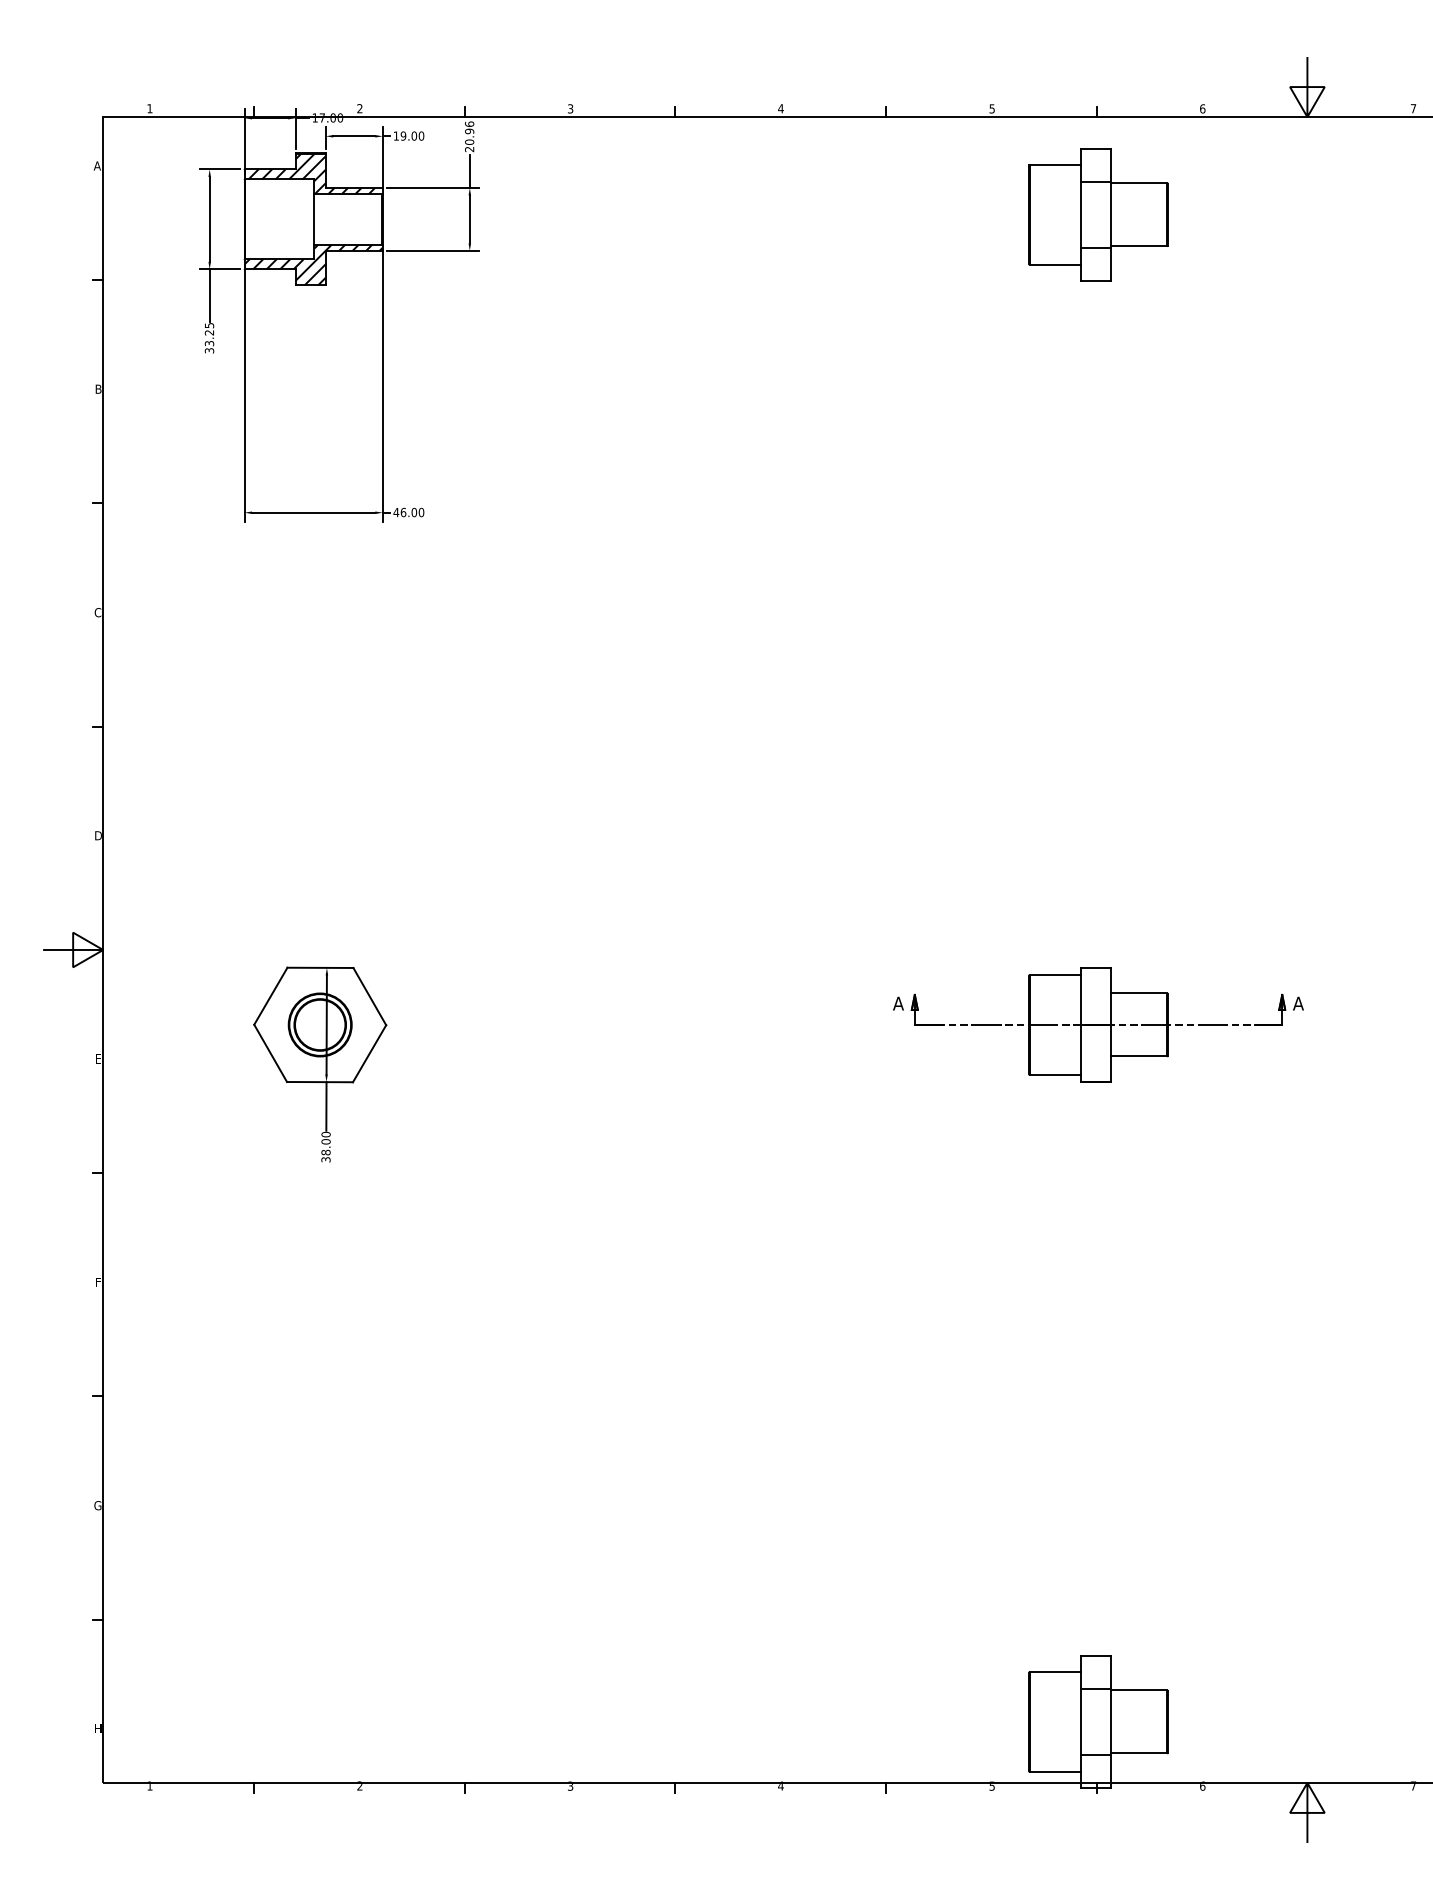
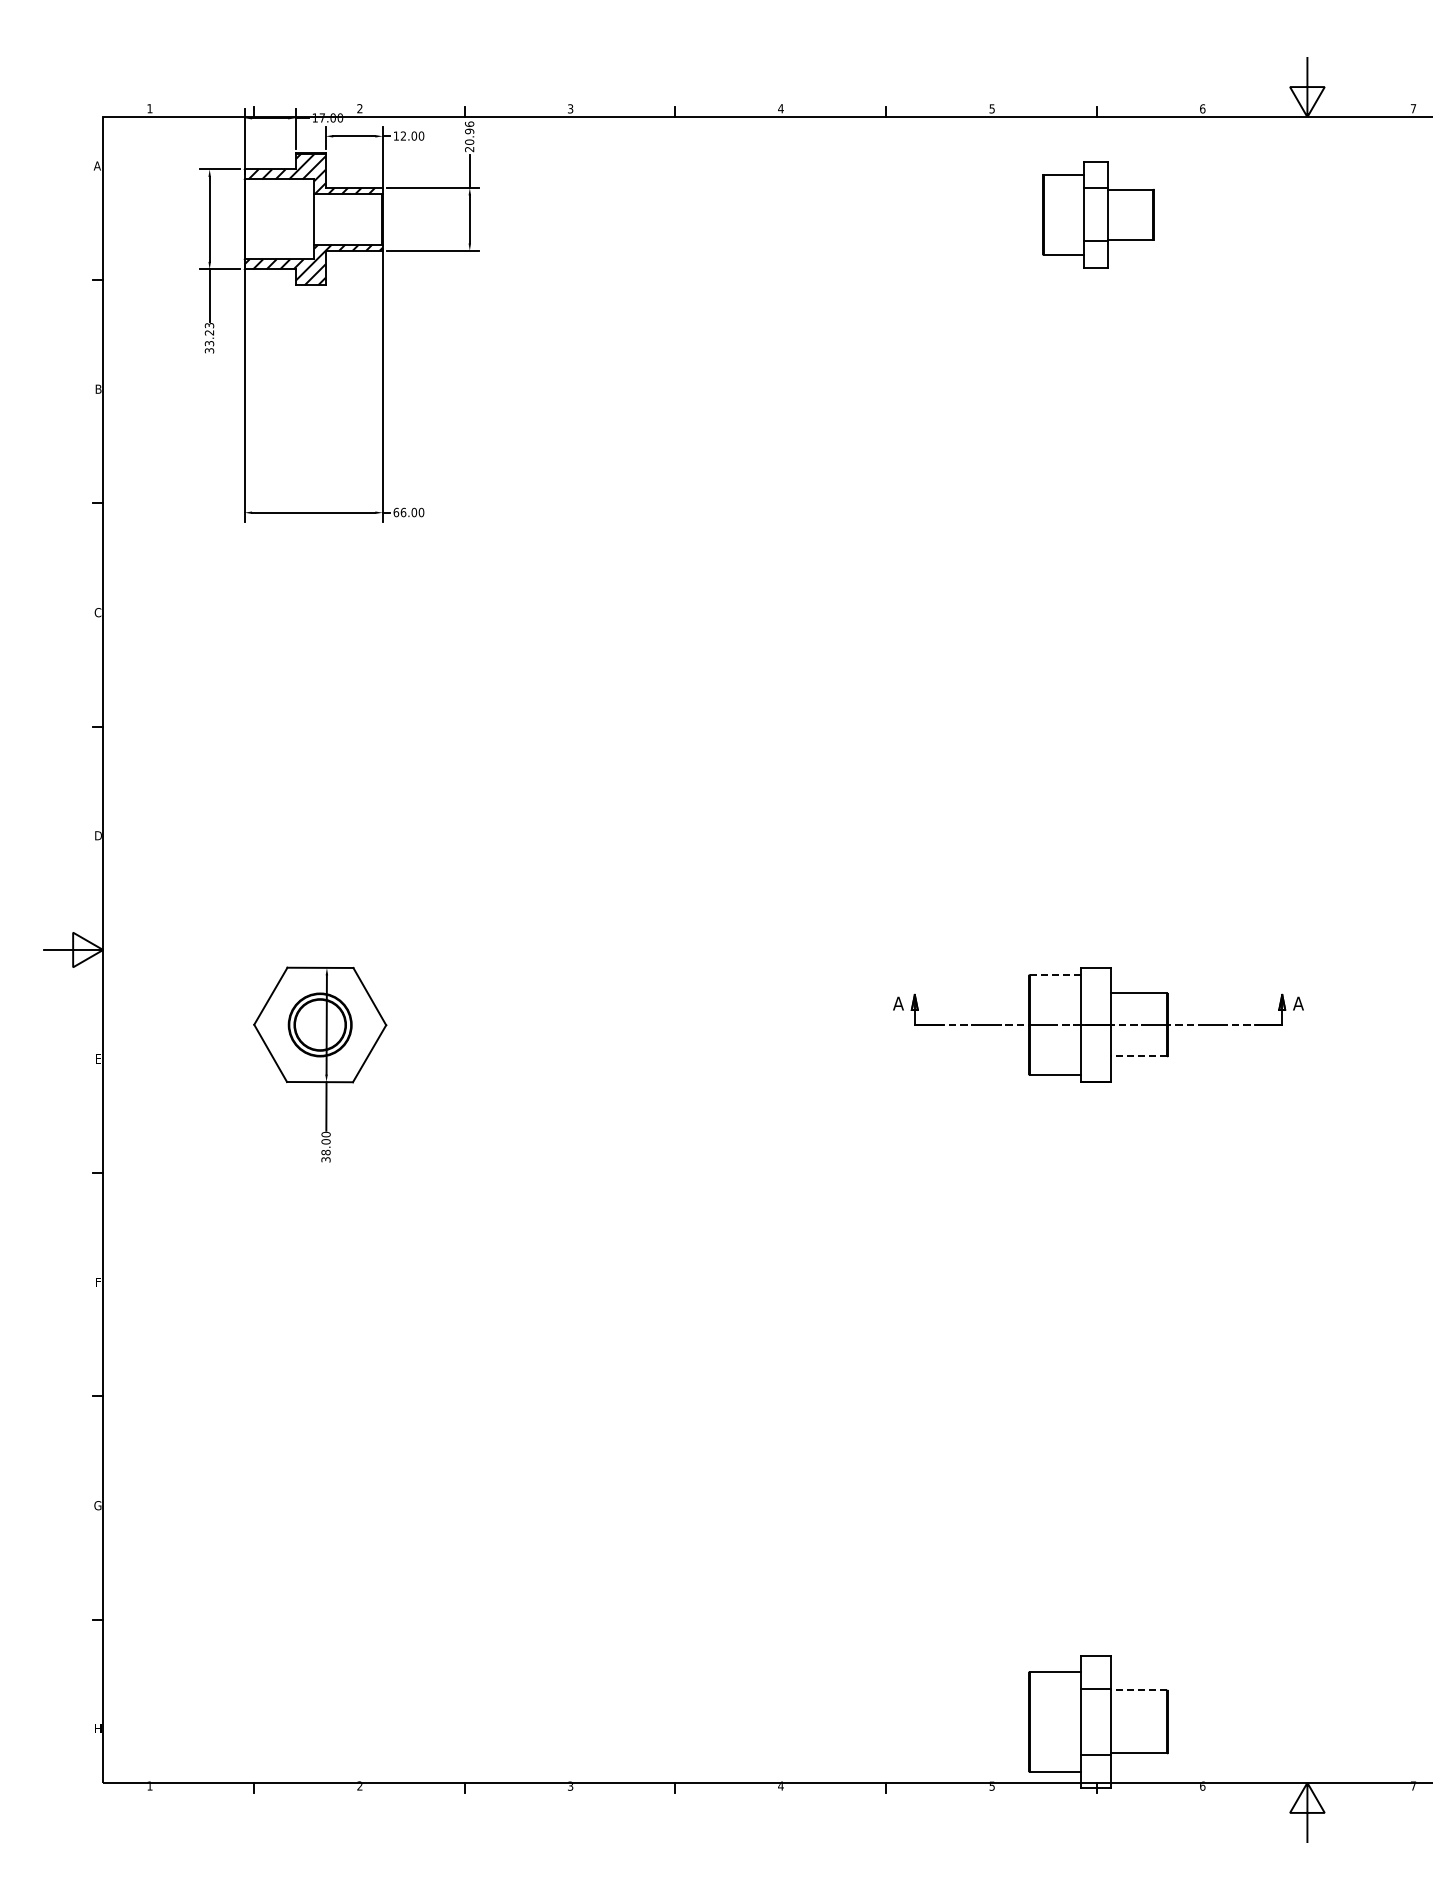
text at (403, 135): 19.00 -> 12.00
part at (1098, 214) size: 141x134 px -> 113x108 px
text at (208, 325): 33.25 -> 33.23
text at (396, 512): 46.00 -> 66.00
line at (1054, 975): solid -> dashed
line at (1138, 1056): solid -> dashed
line at (1138, 1690): solid -> dashed
